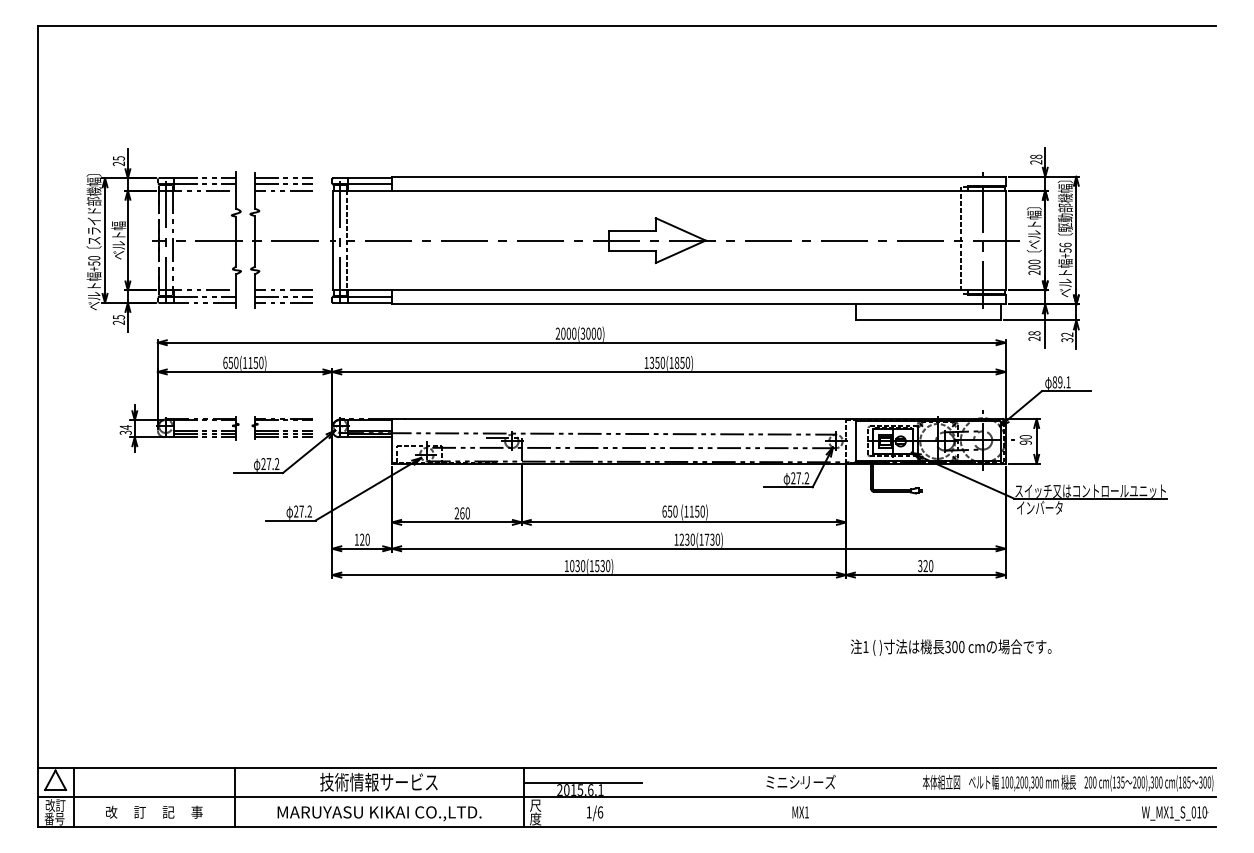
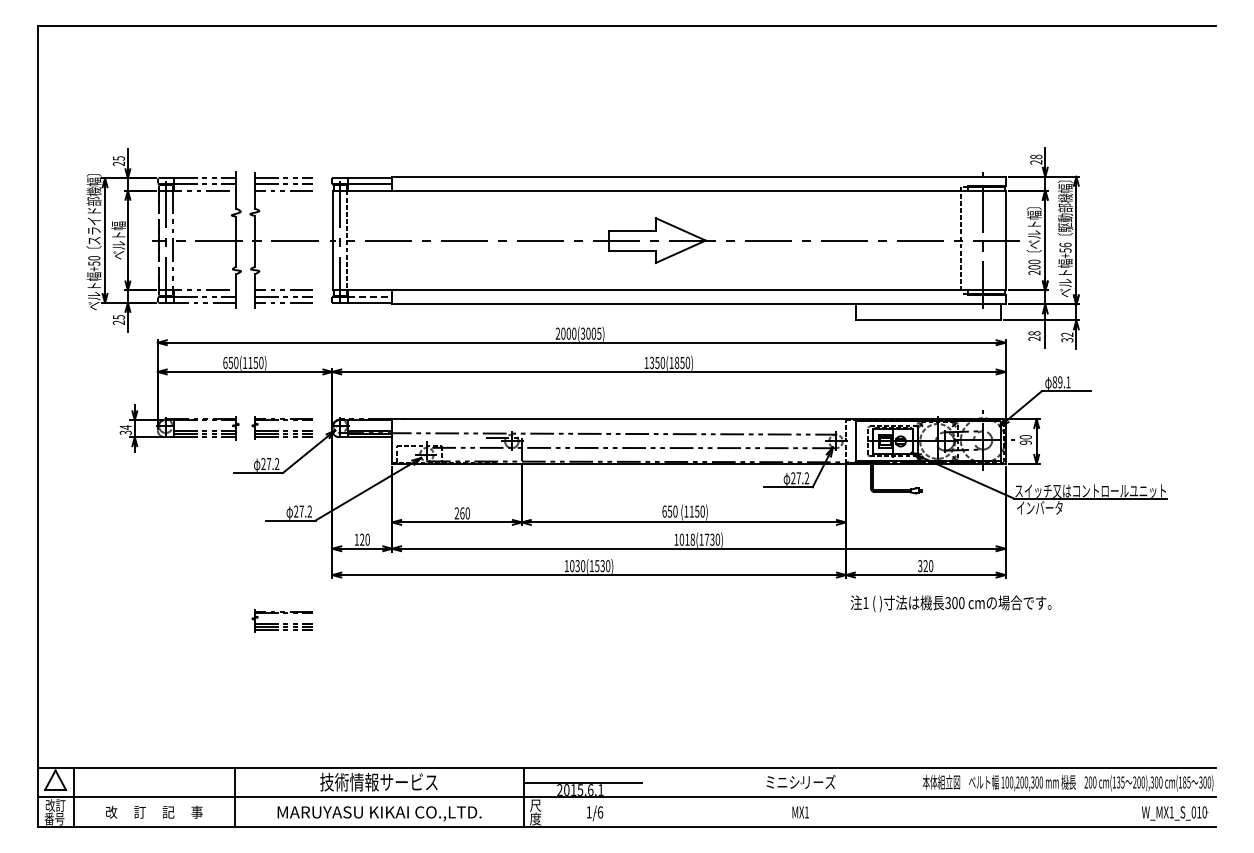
line at (370, 297): solid -> dashed
text at (599, 333): 2000(3000) -> 2000(3005)
text at (686, 539): 1230(1730) -> 1018(1730)
part at (281, 620): none -> present
text at (950, 647) position: (950, 647) -> (950, 603)
